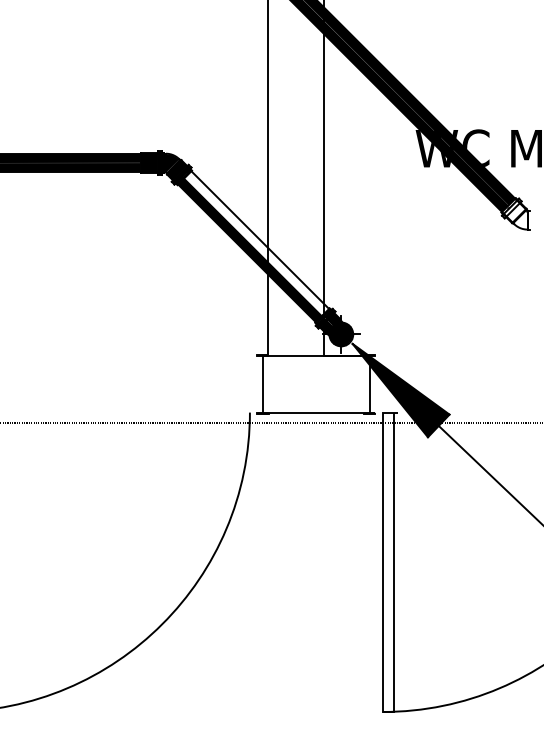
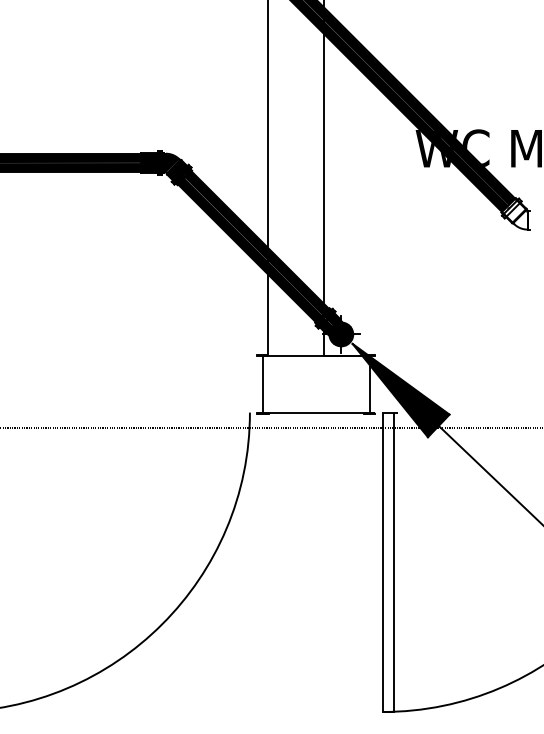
fill at (256, 243): none -> present
line at (271, 422) position: (271, 422) -> (271, 427)
